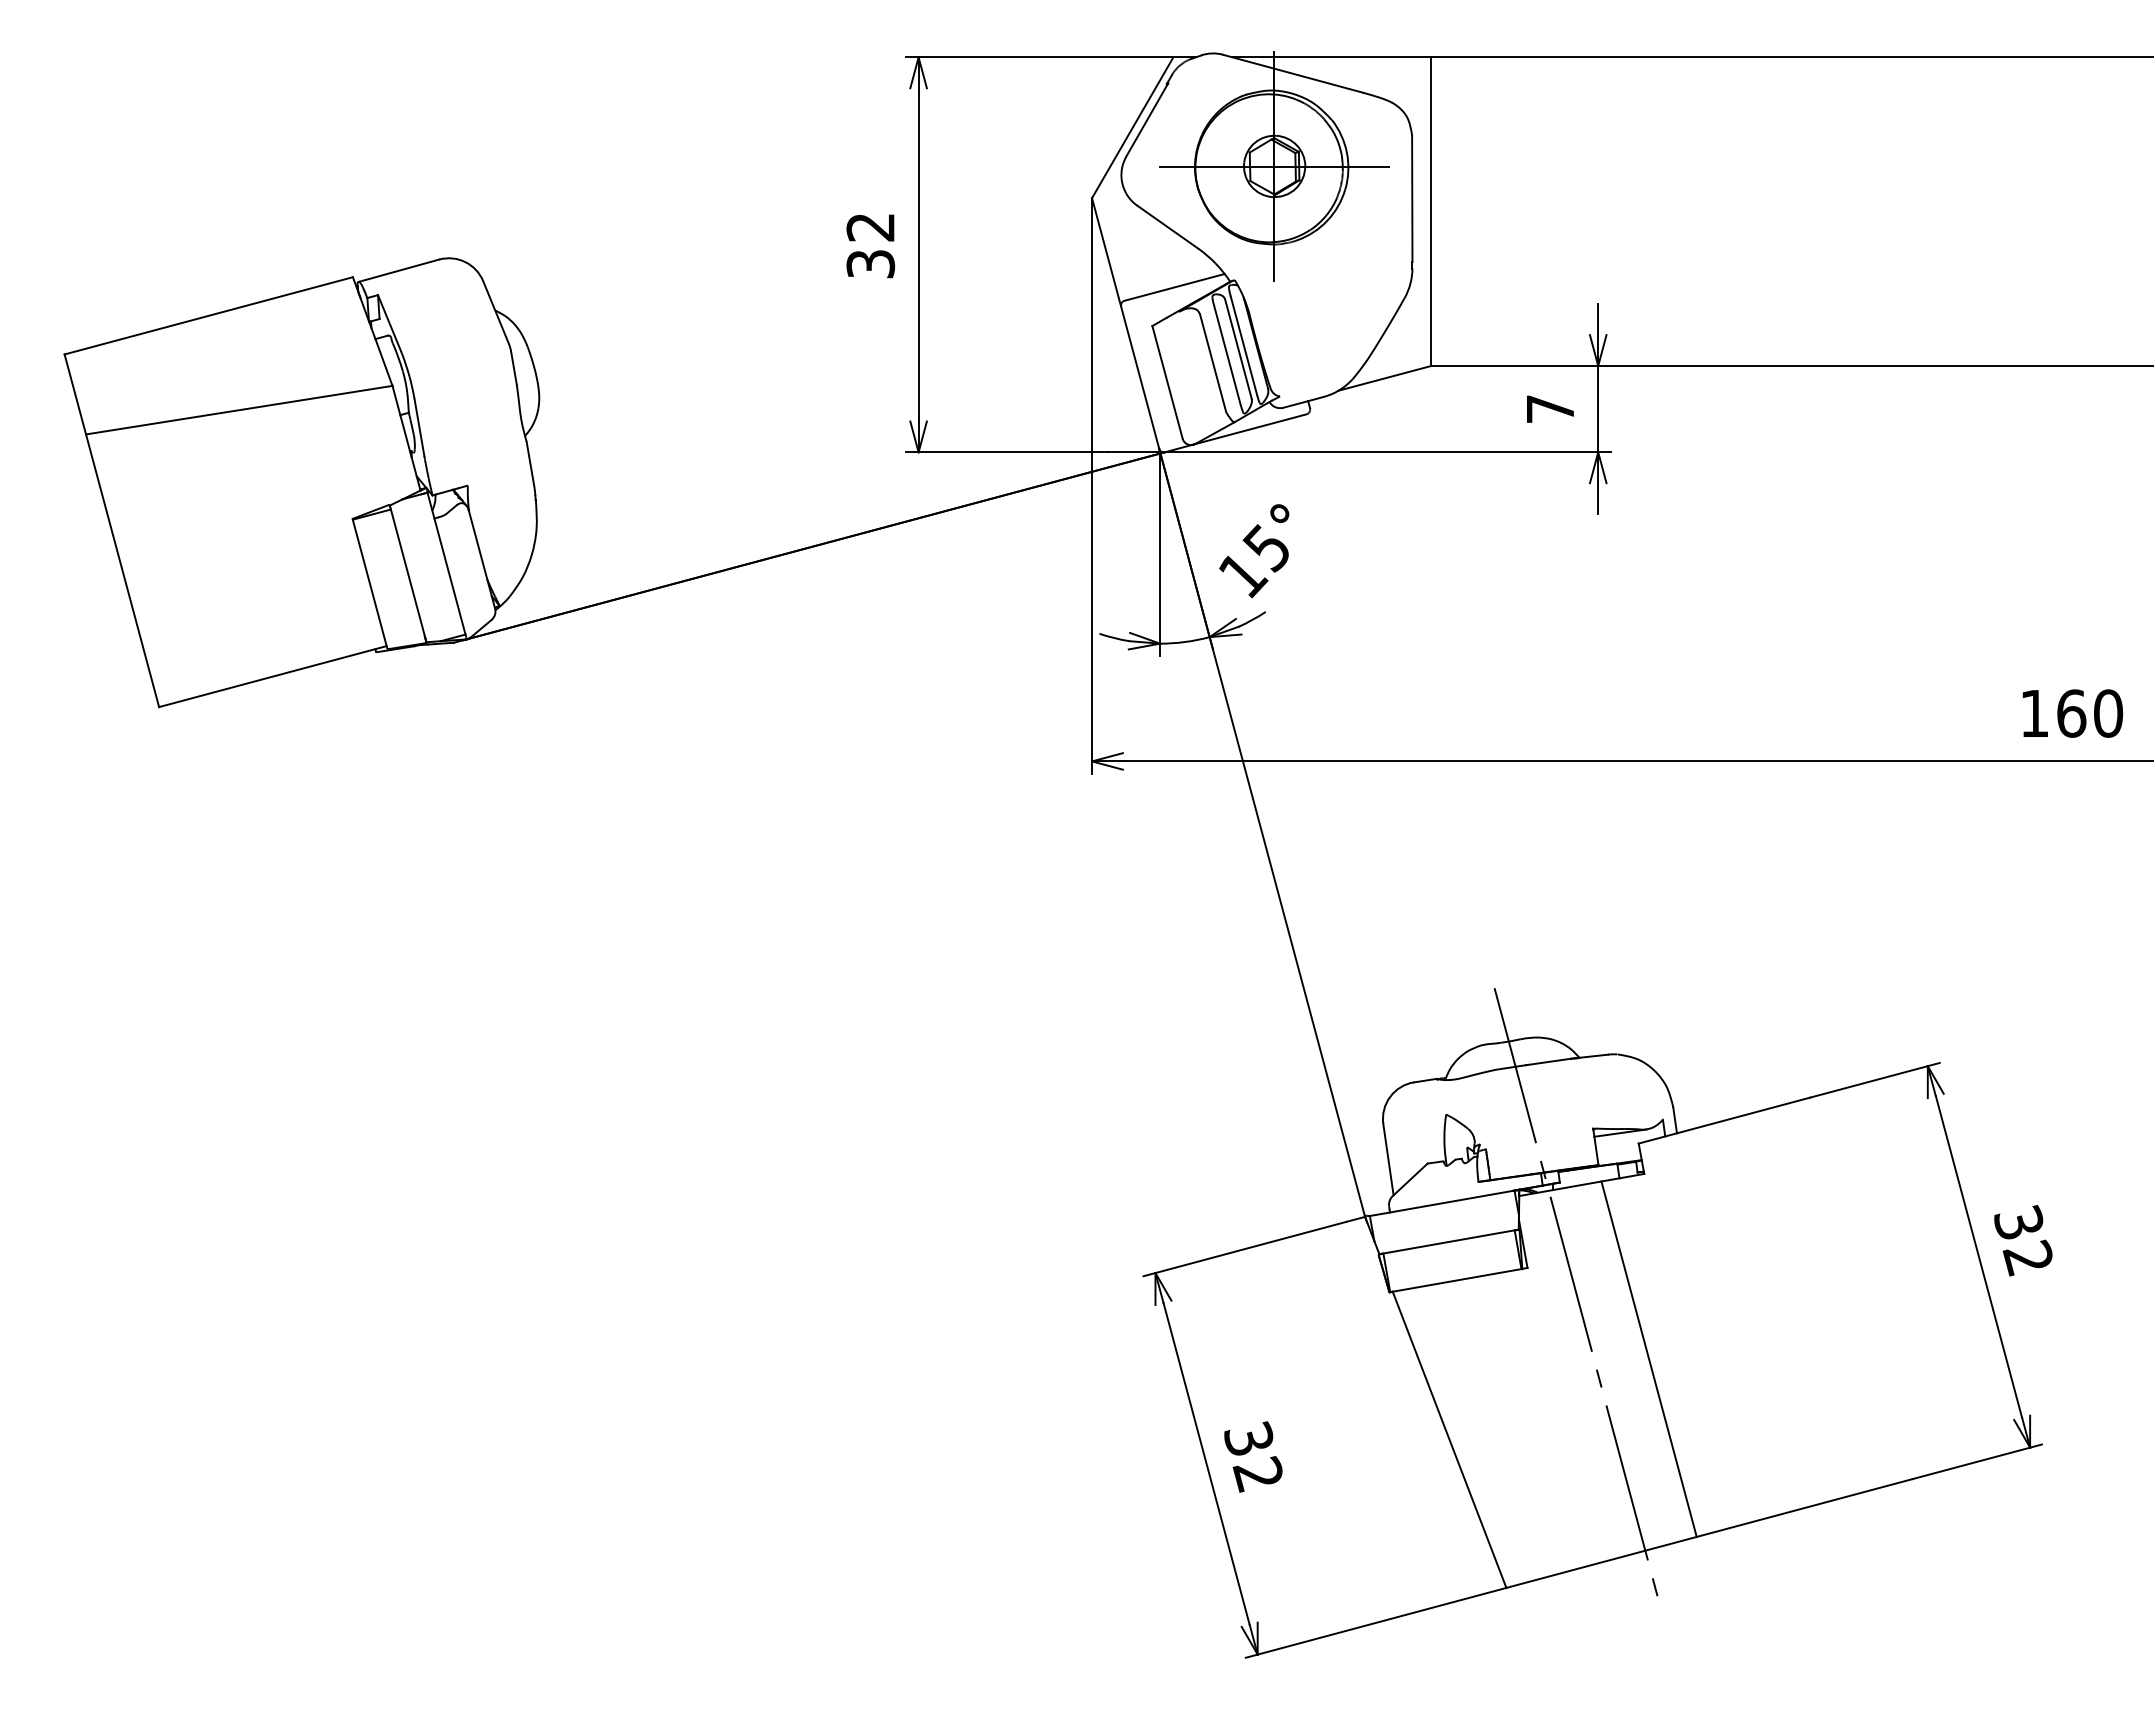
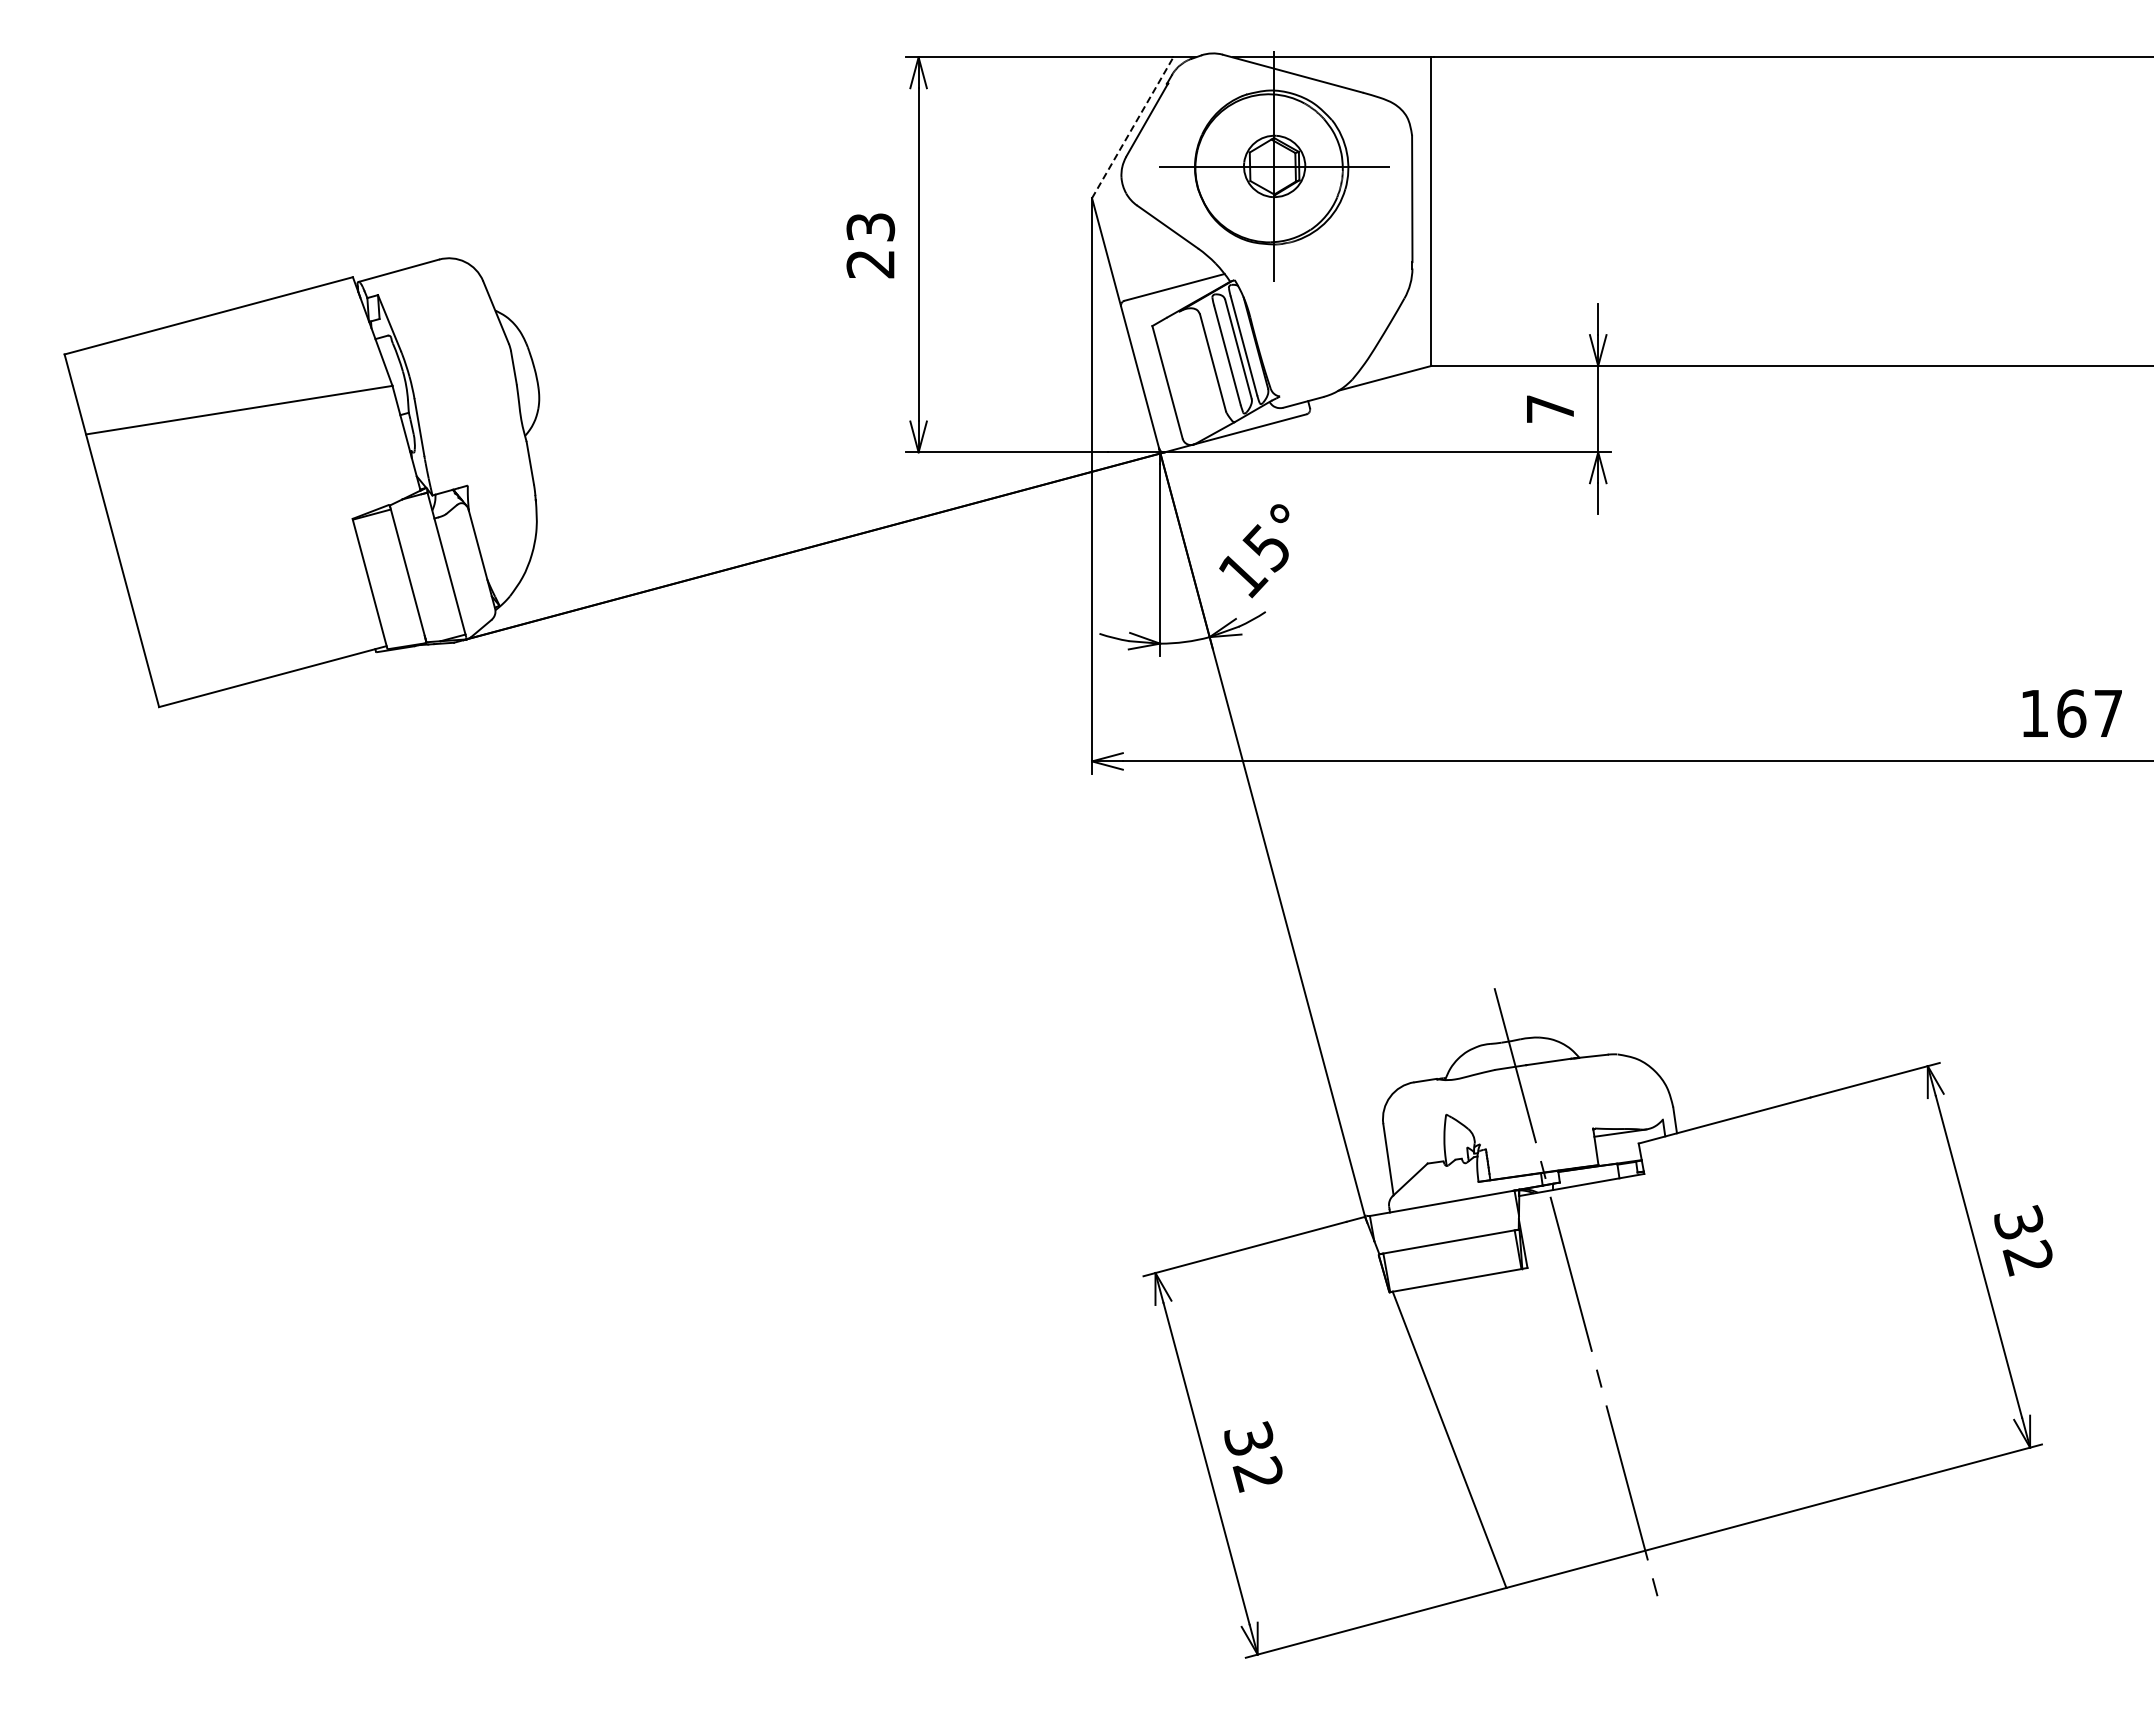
line at (1132, 127): solid -> dashed
text at (870, 245): 32 -> 23
text at (2108, 713): 160 -> 167
line at (1648, 1358): present -> none
